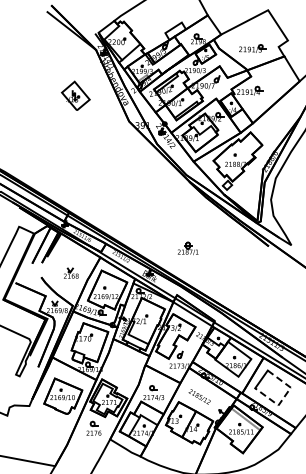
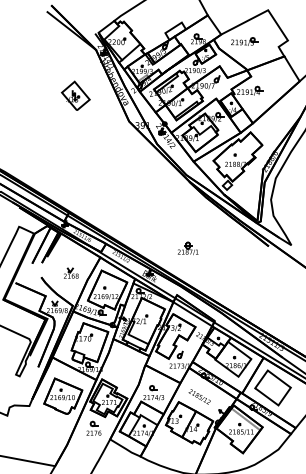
part at (252, 48) position: (252, 48) -> (244, 41)
line at (284, 396): dashed -> solid
